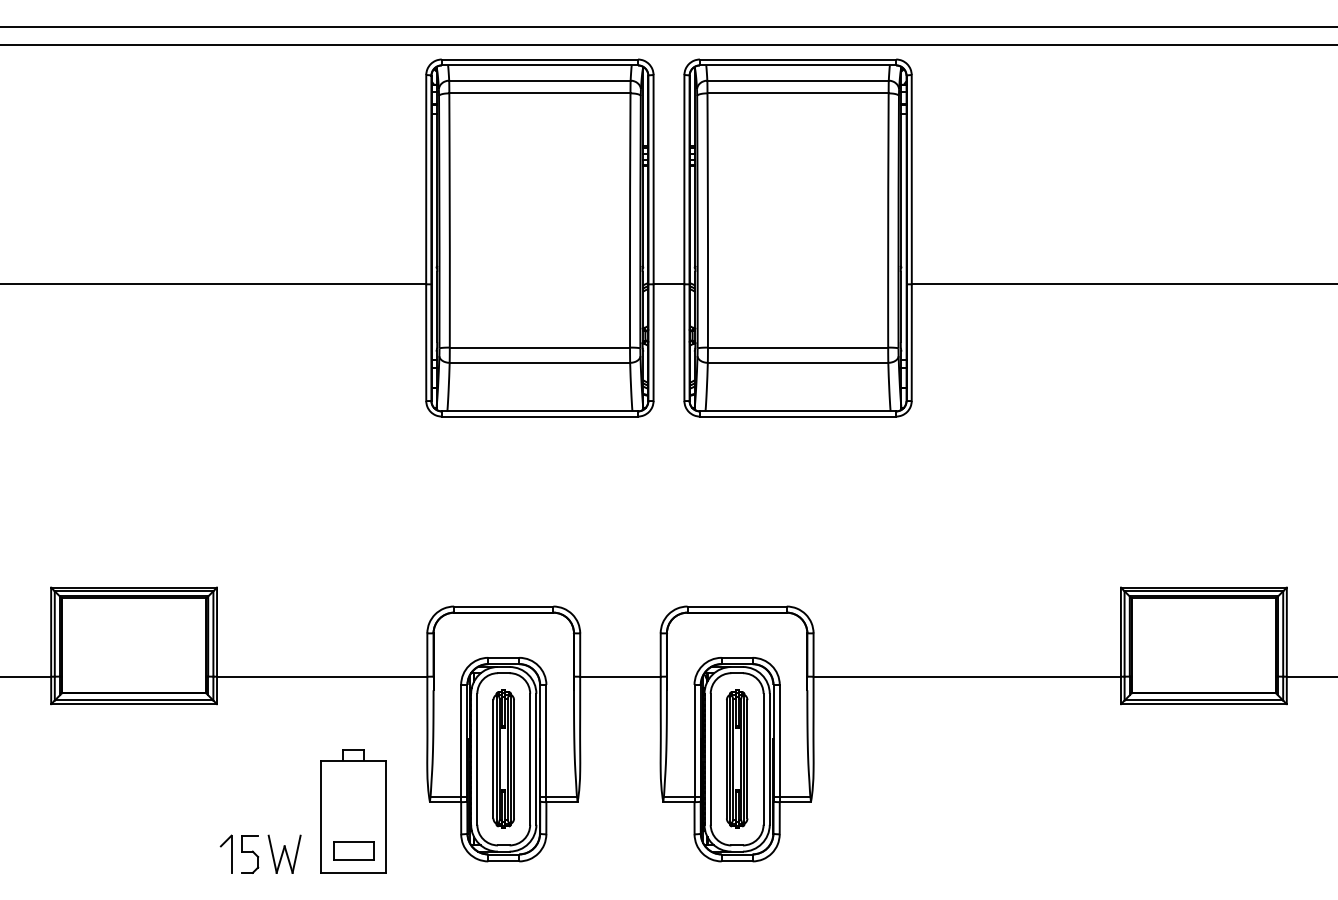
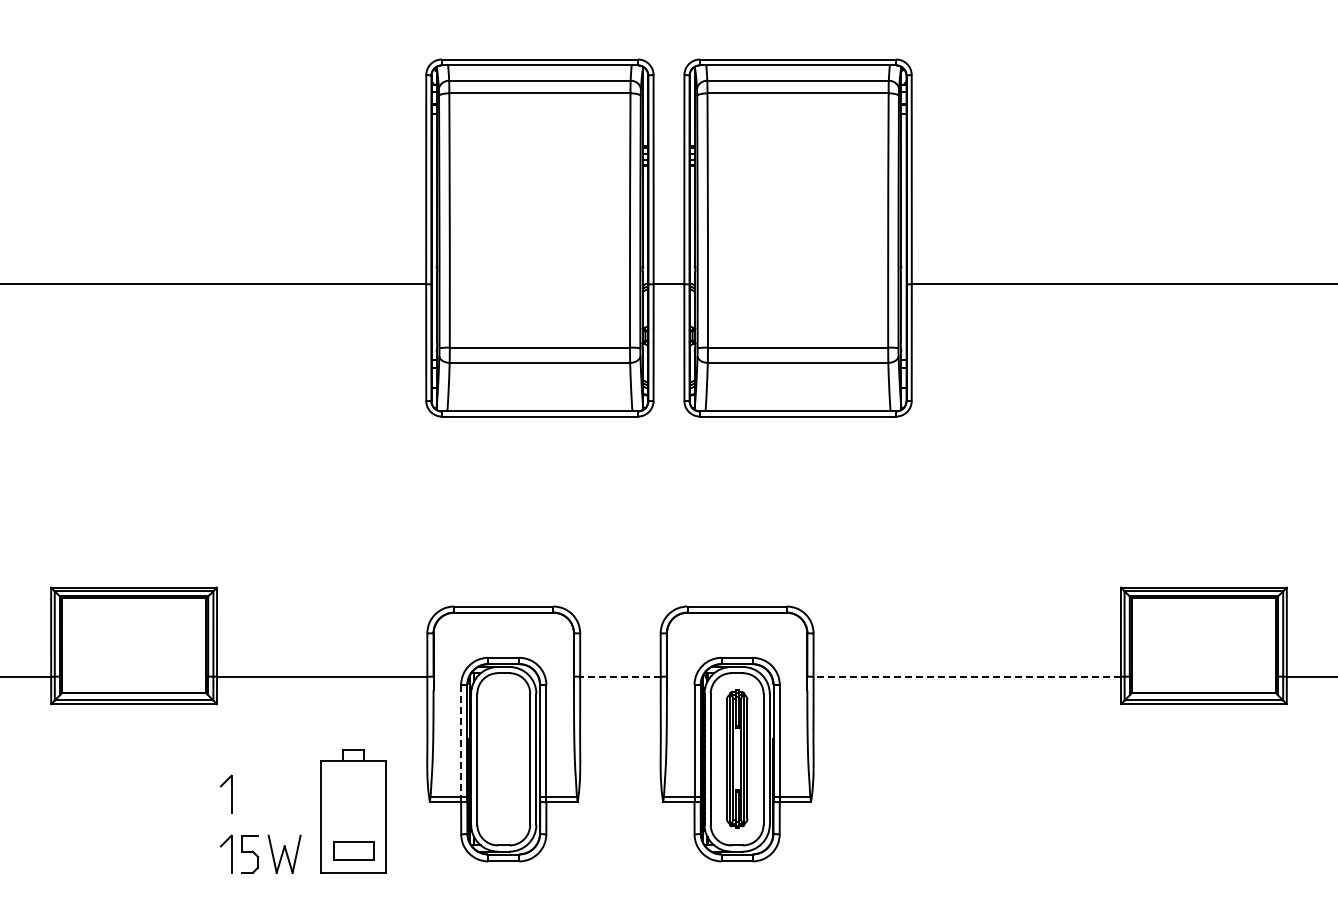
line at (668, 27): present -> none
line at (668, 44): present -> none
line at (619, 676): solid -> dashed
line at (967, 676): solid -> dashed
line at (461, 740): solid -> dashed
part at (503, 758): present -> none
part at (225, 793): none -> present
